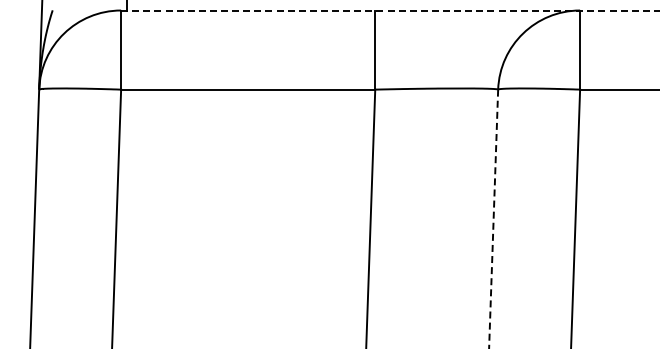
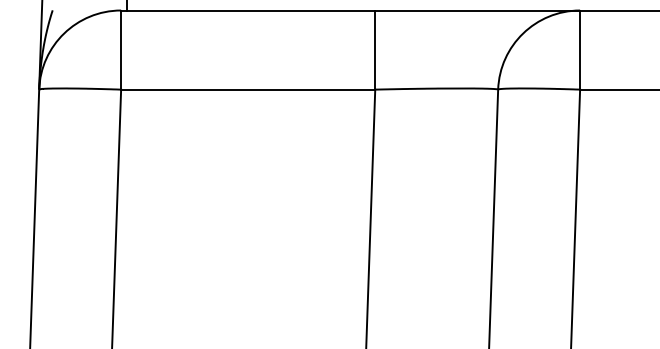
line at (391, 10): dashed -> solid
line at (493, 219): dashed -> solid
